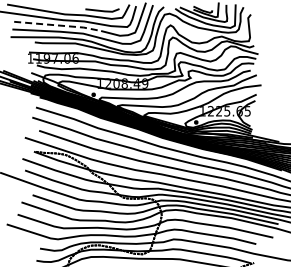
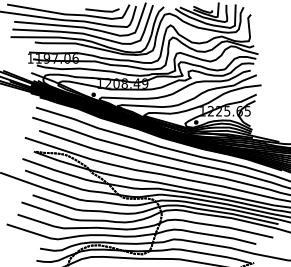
line at (58, 25): dashed -> solid
